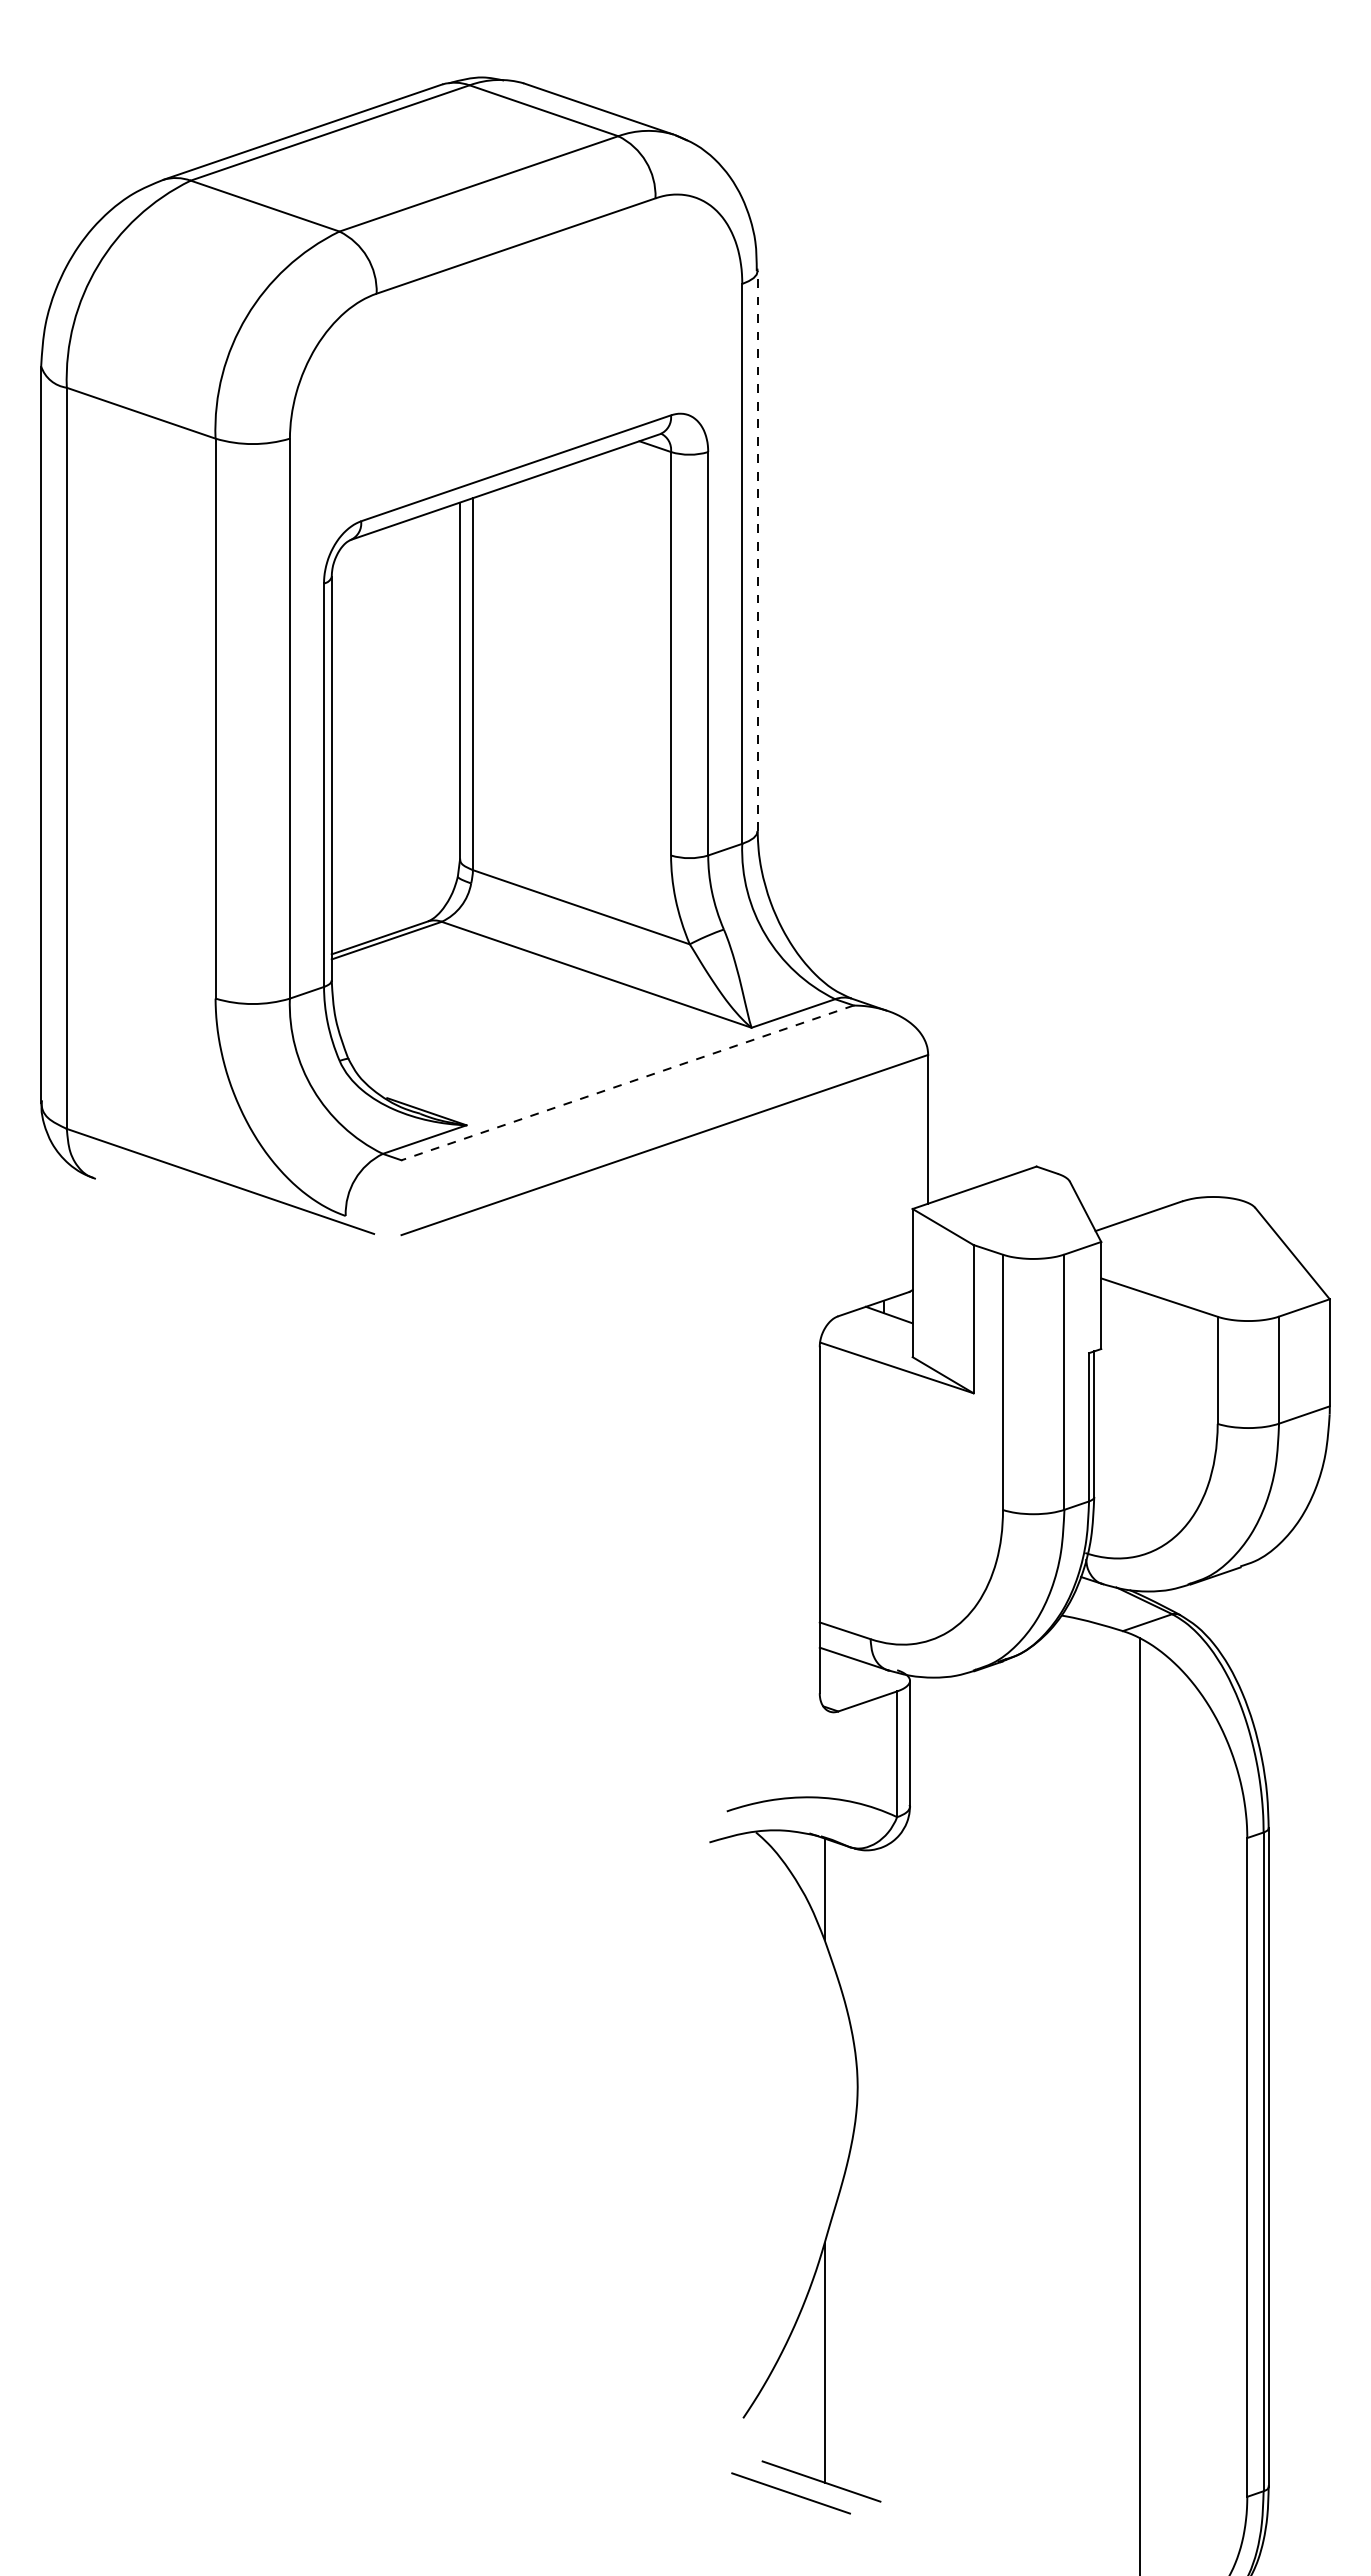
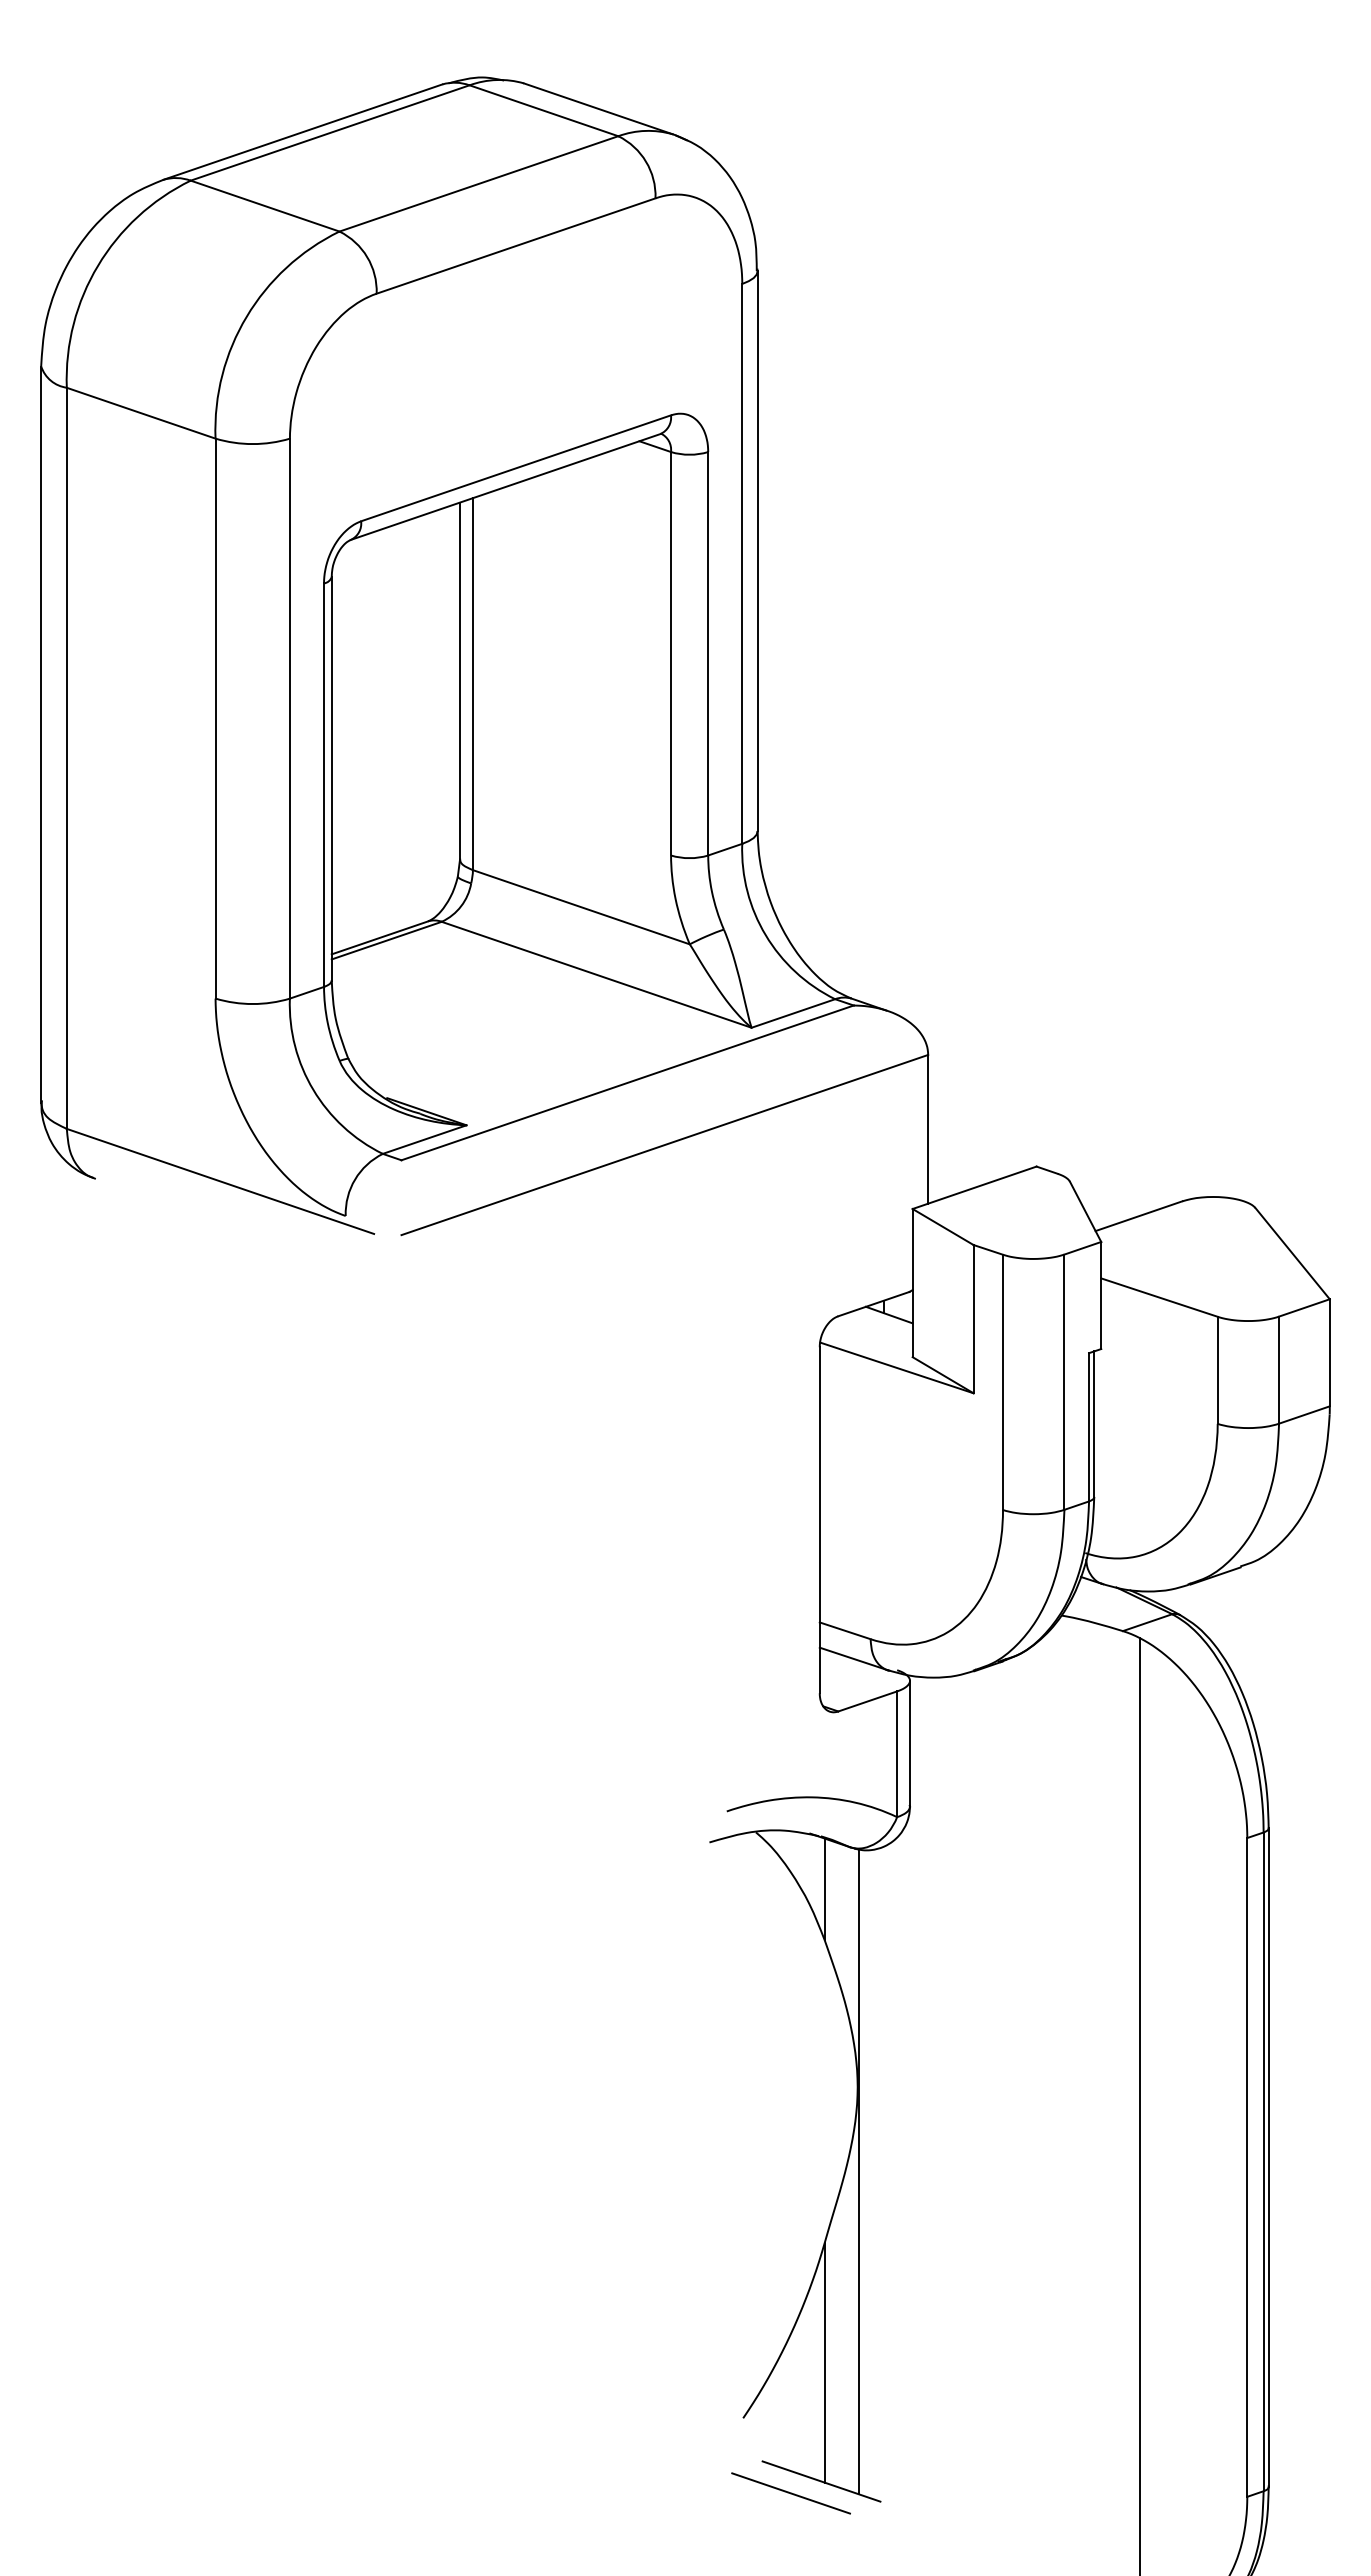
line at (757, 551): dashed -> solid
line at (627, 1083): dashed -> solid
line at (858, 2171): none -> present
